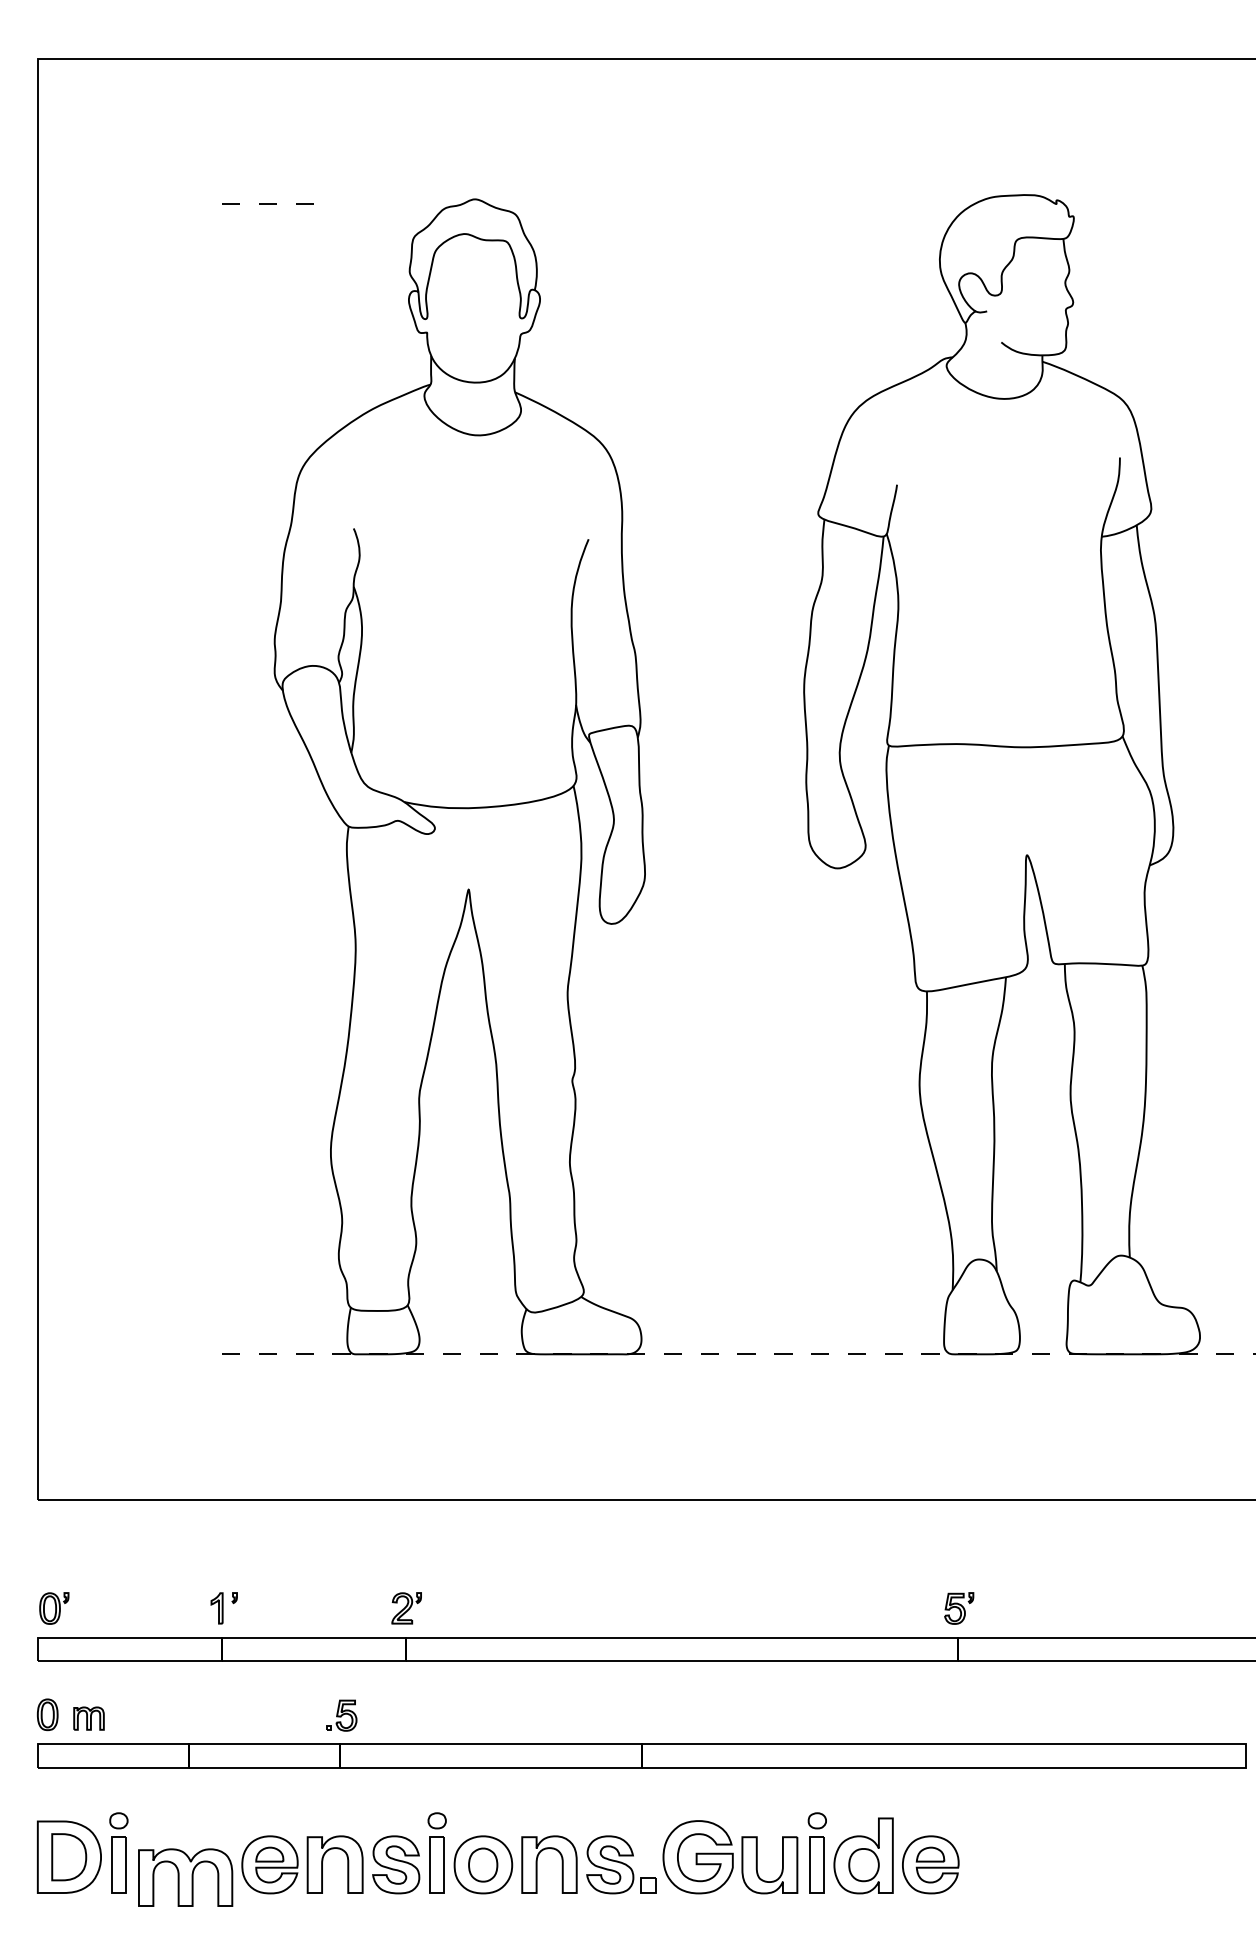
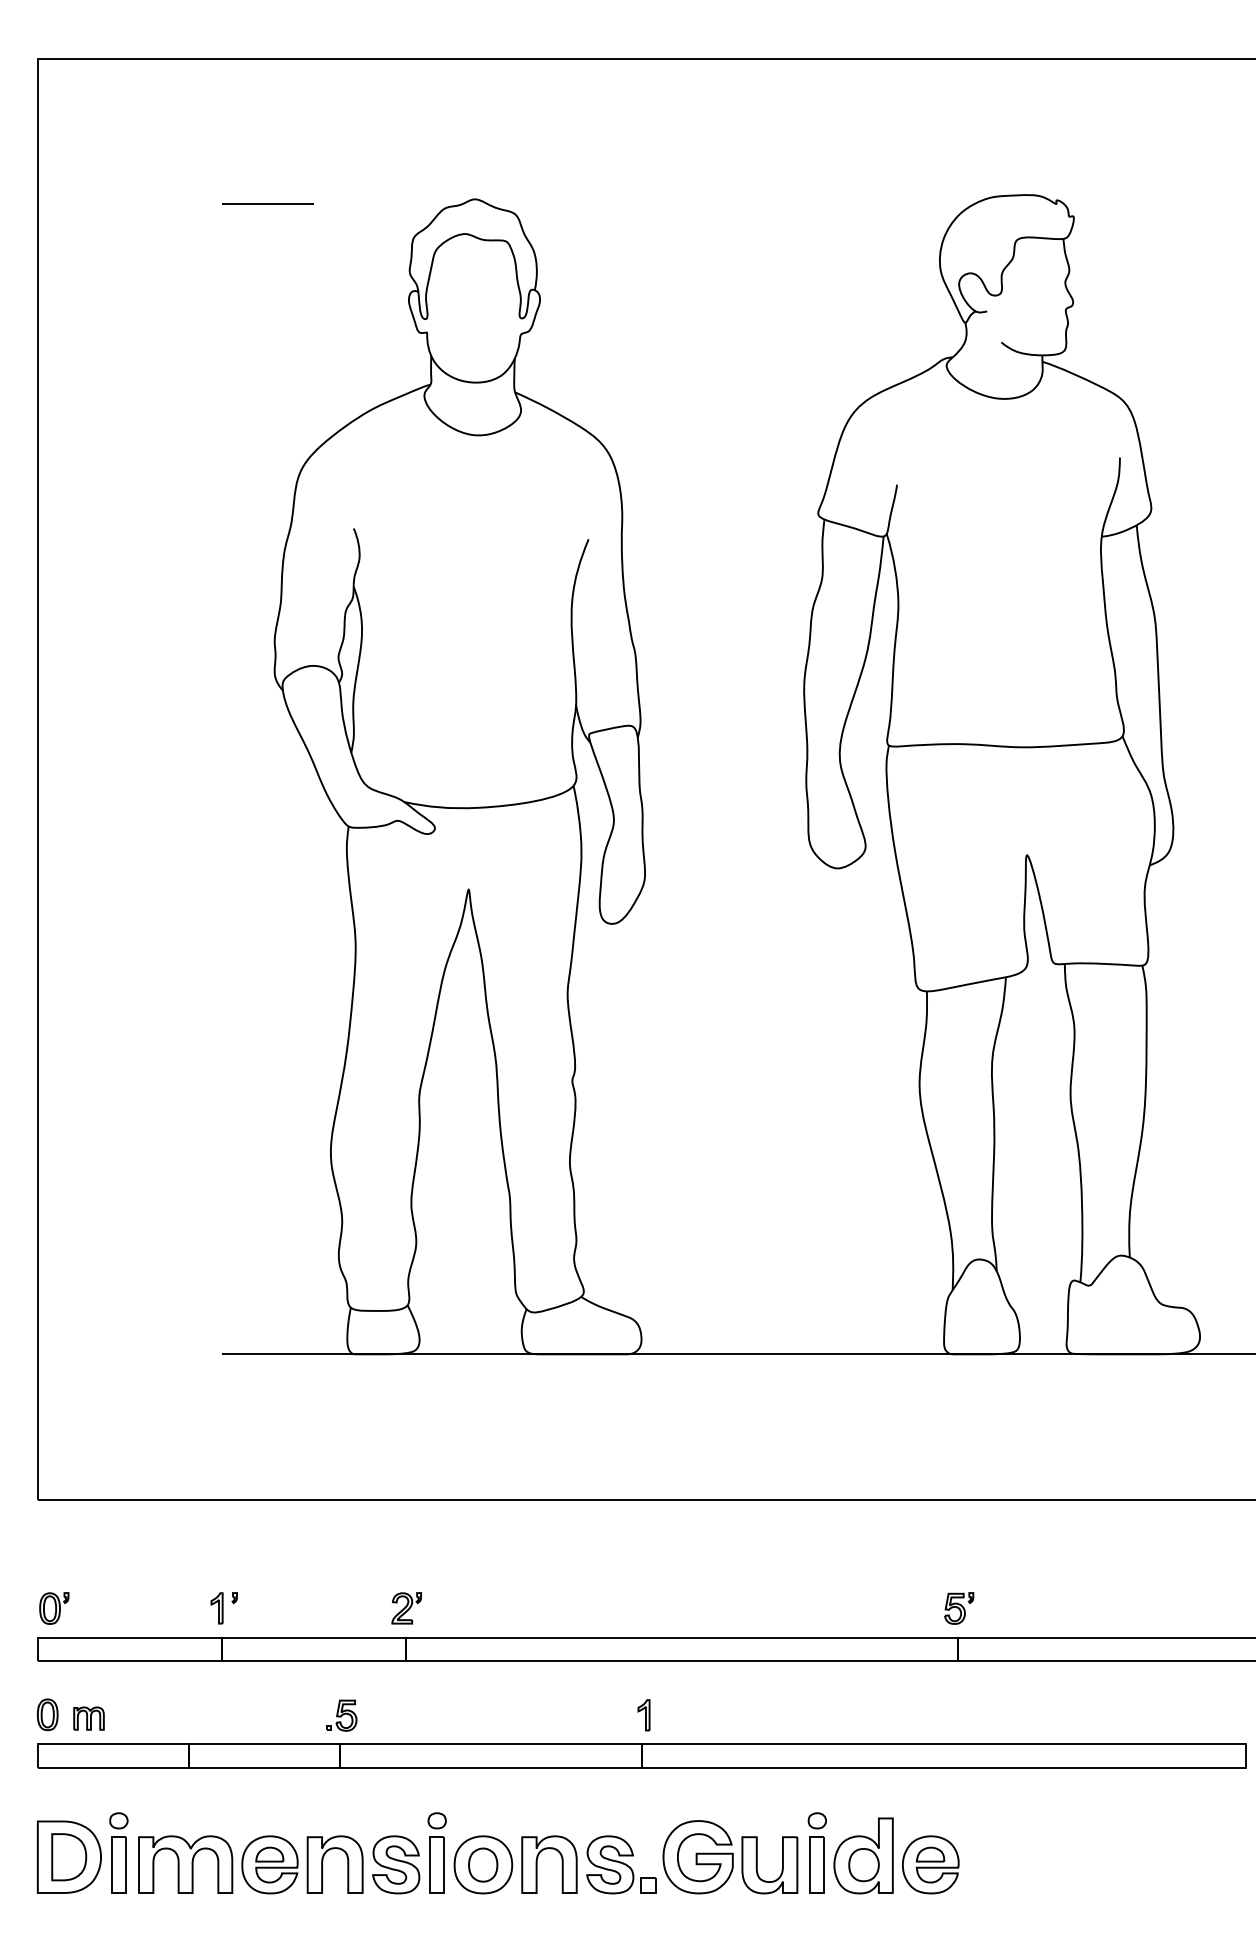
line at (268, 203): dashed -> solid
line at (738, 1354): dashed -> solid
part at (643, 1715): none -> present
part at (185, 1877) position: (185, 1877) -> (185, 1864)
